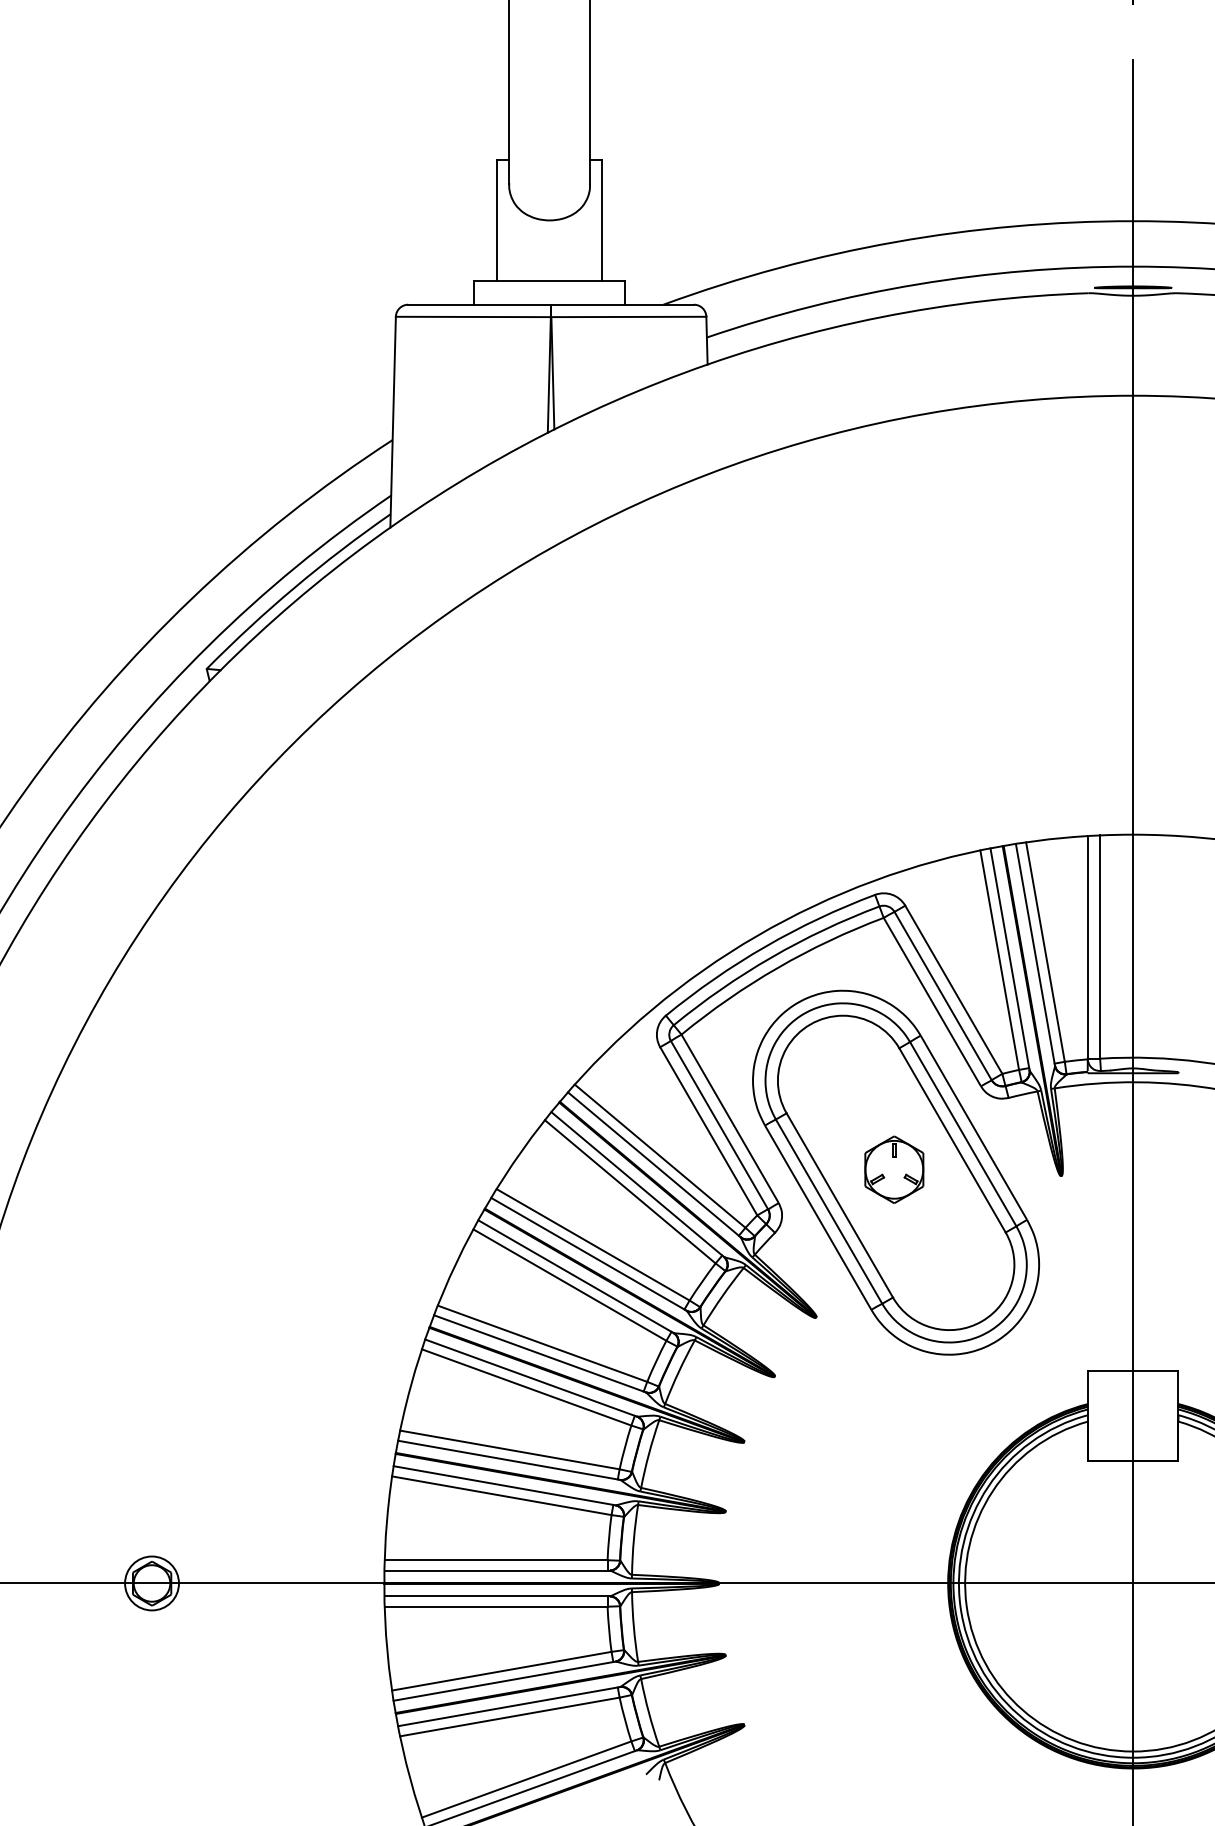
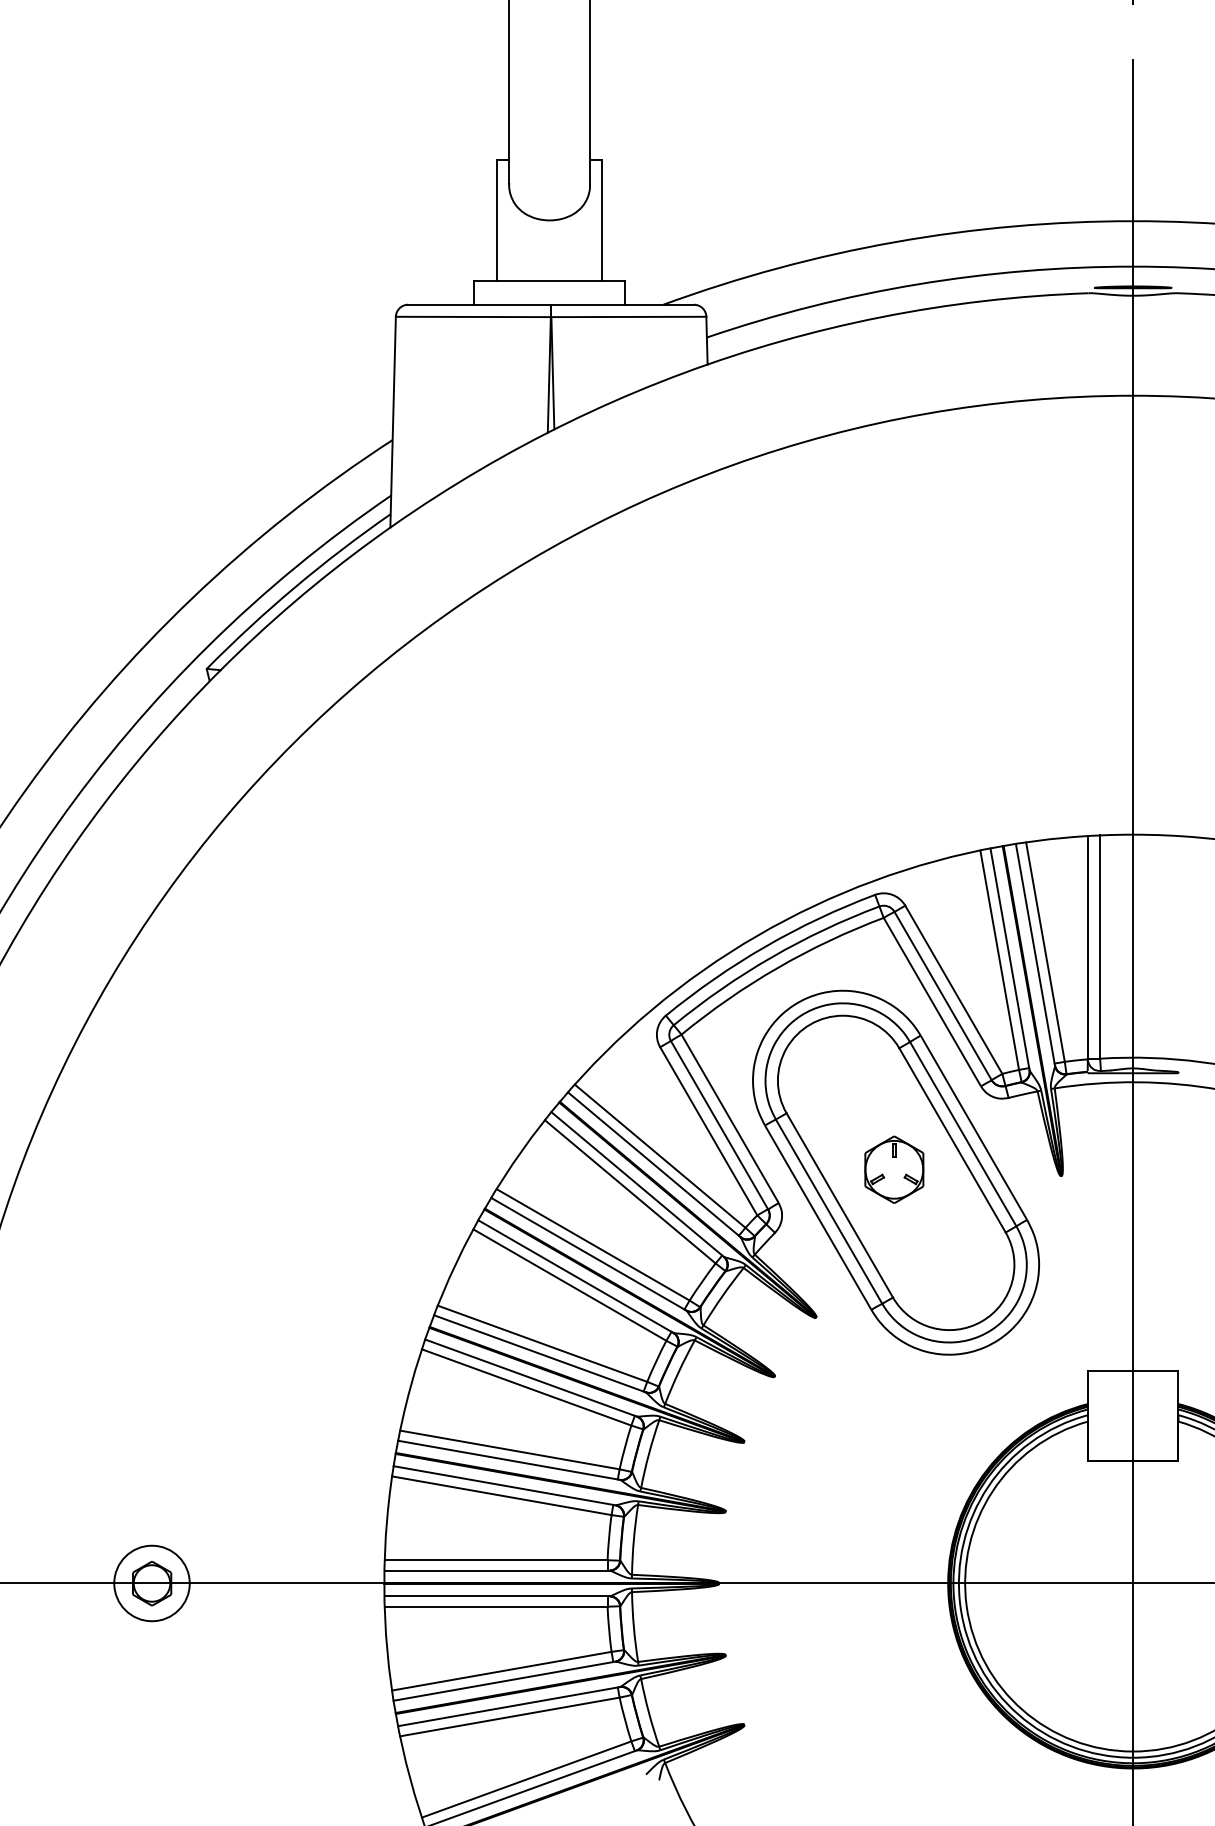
circle at (151, 1583) diameter: 54 px -> 75 px
